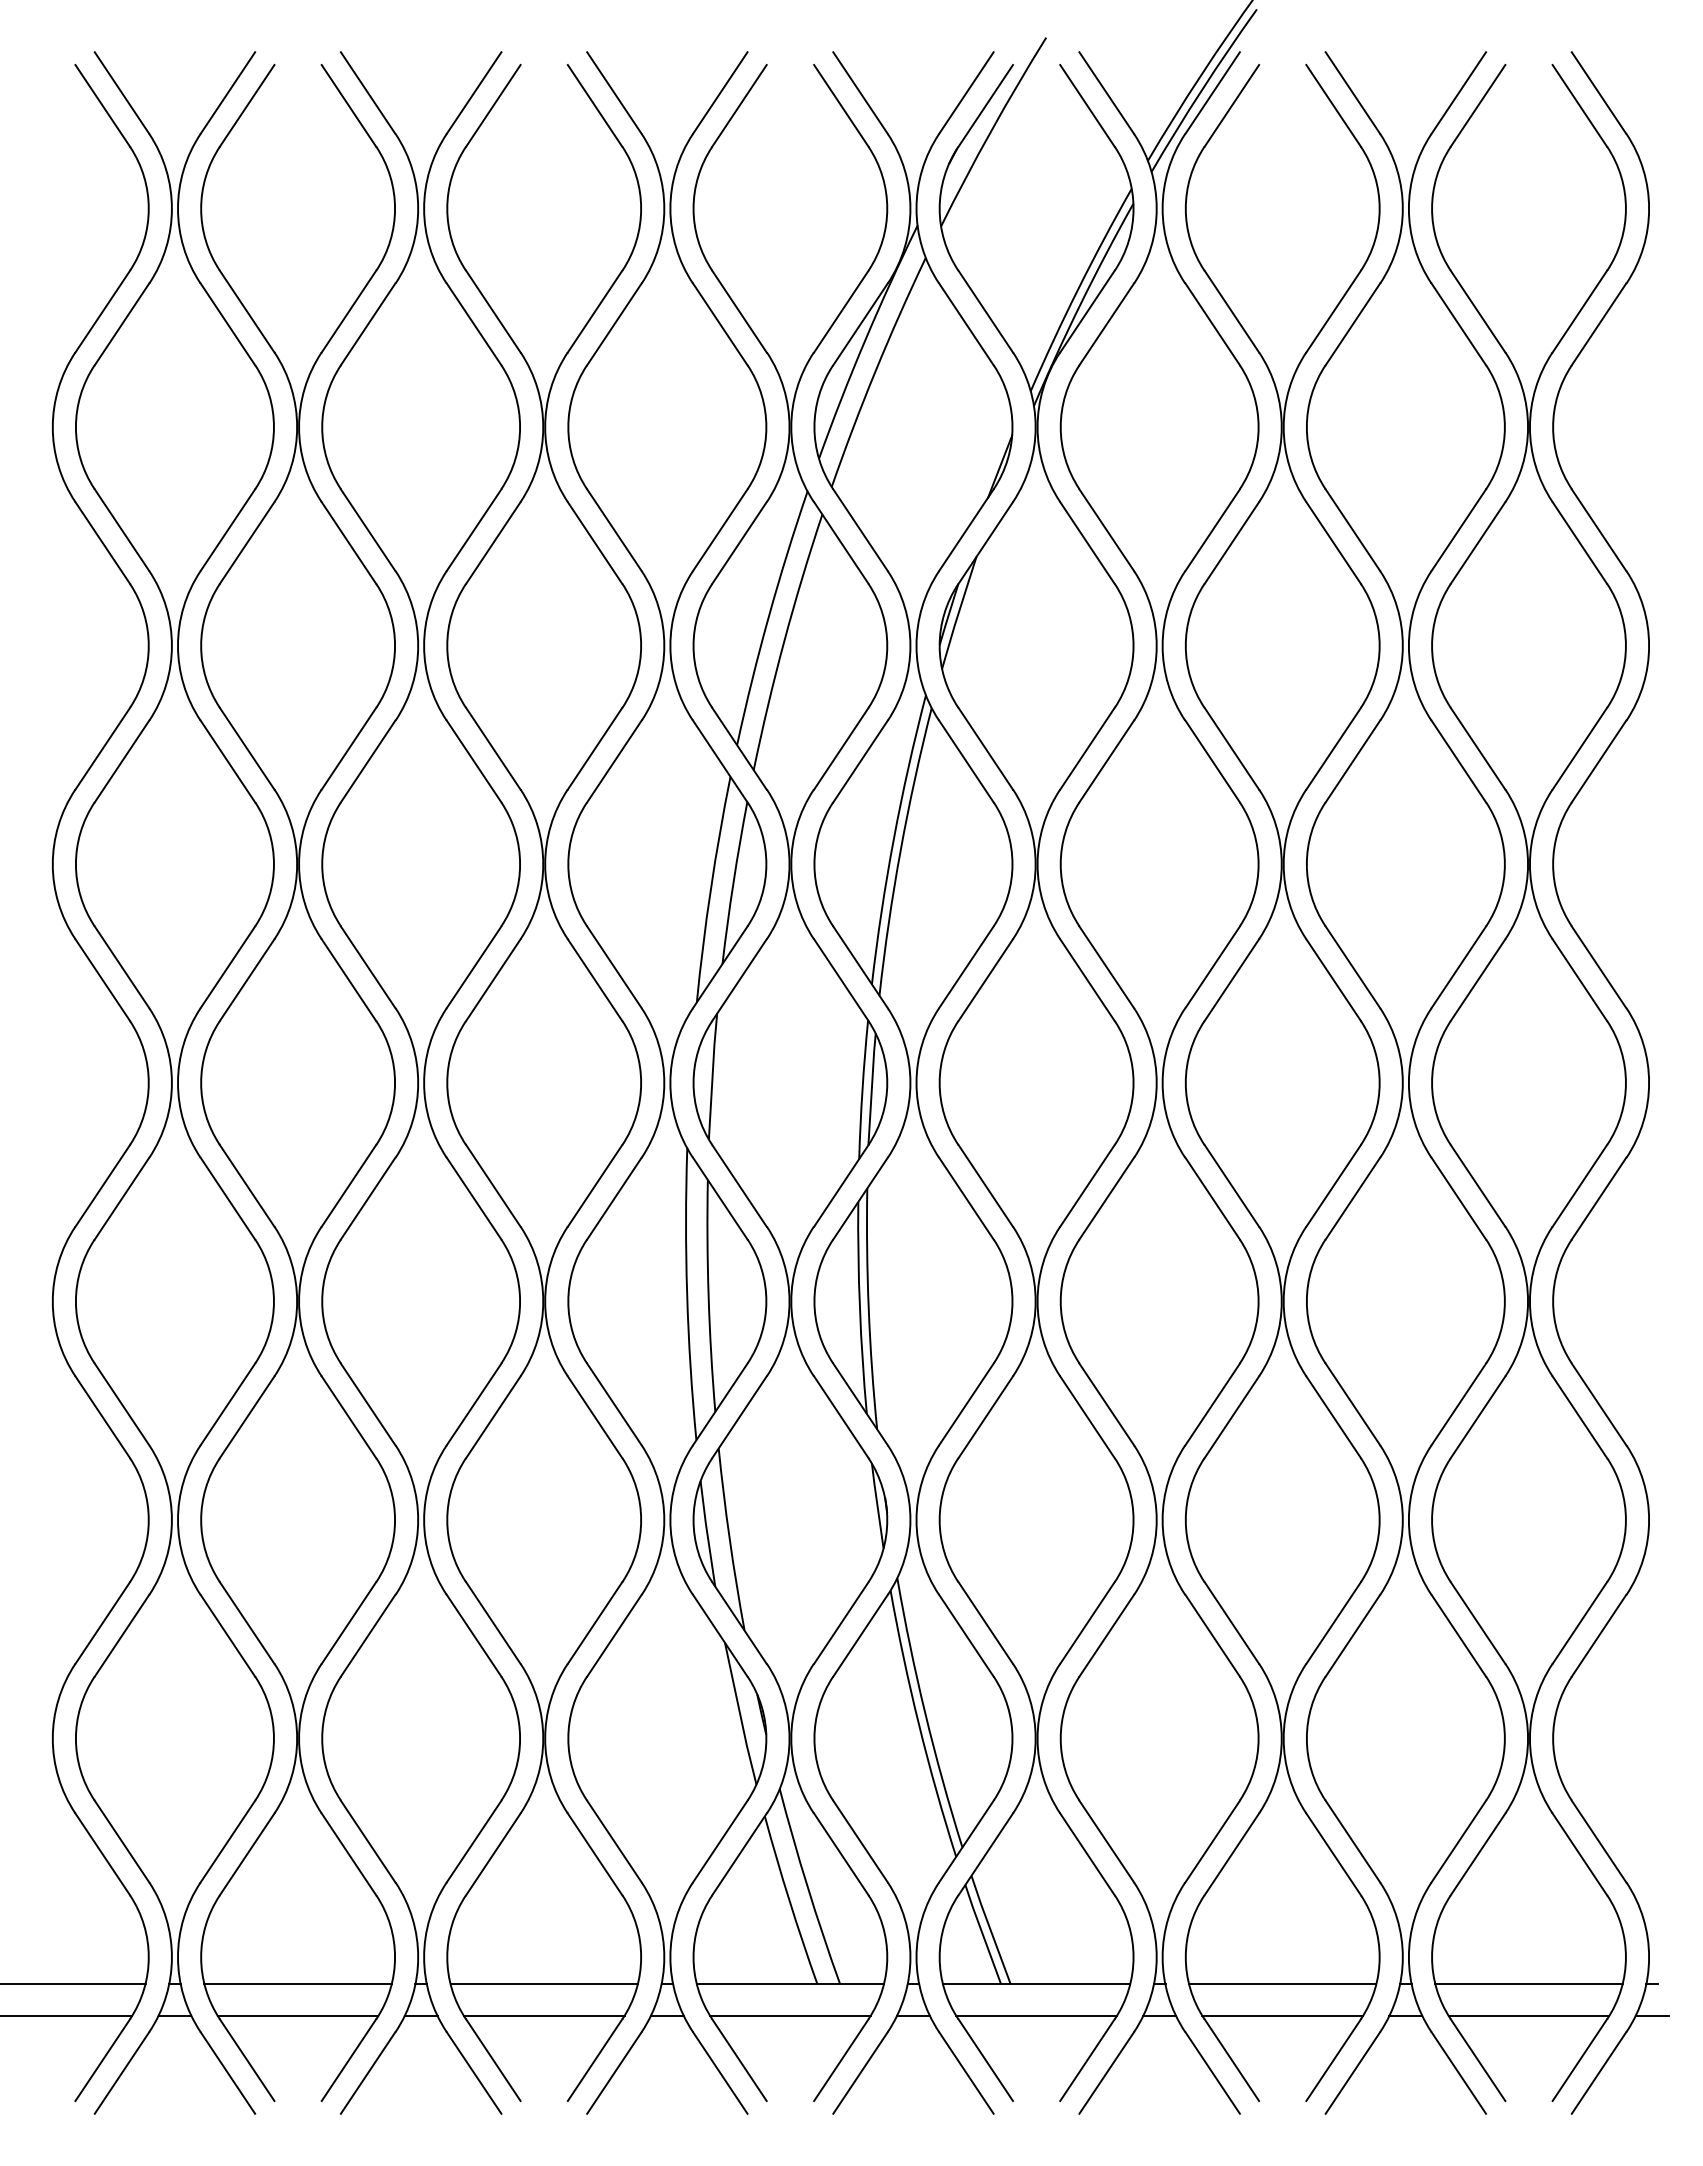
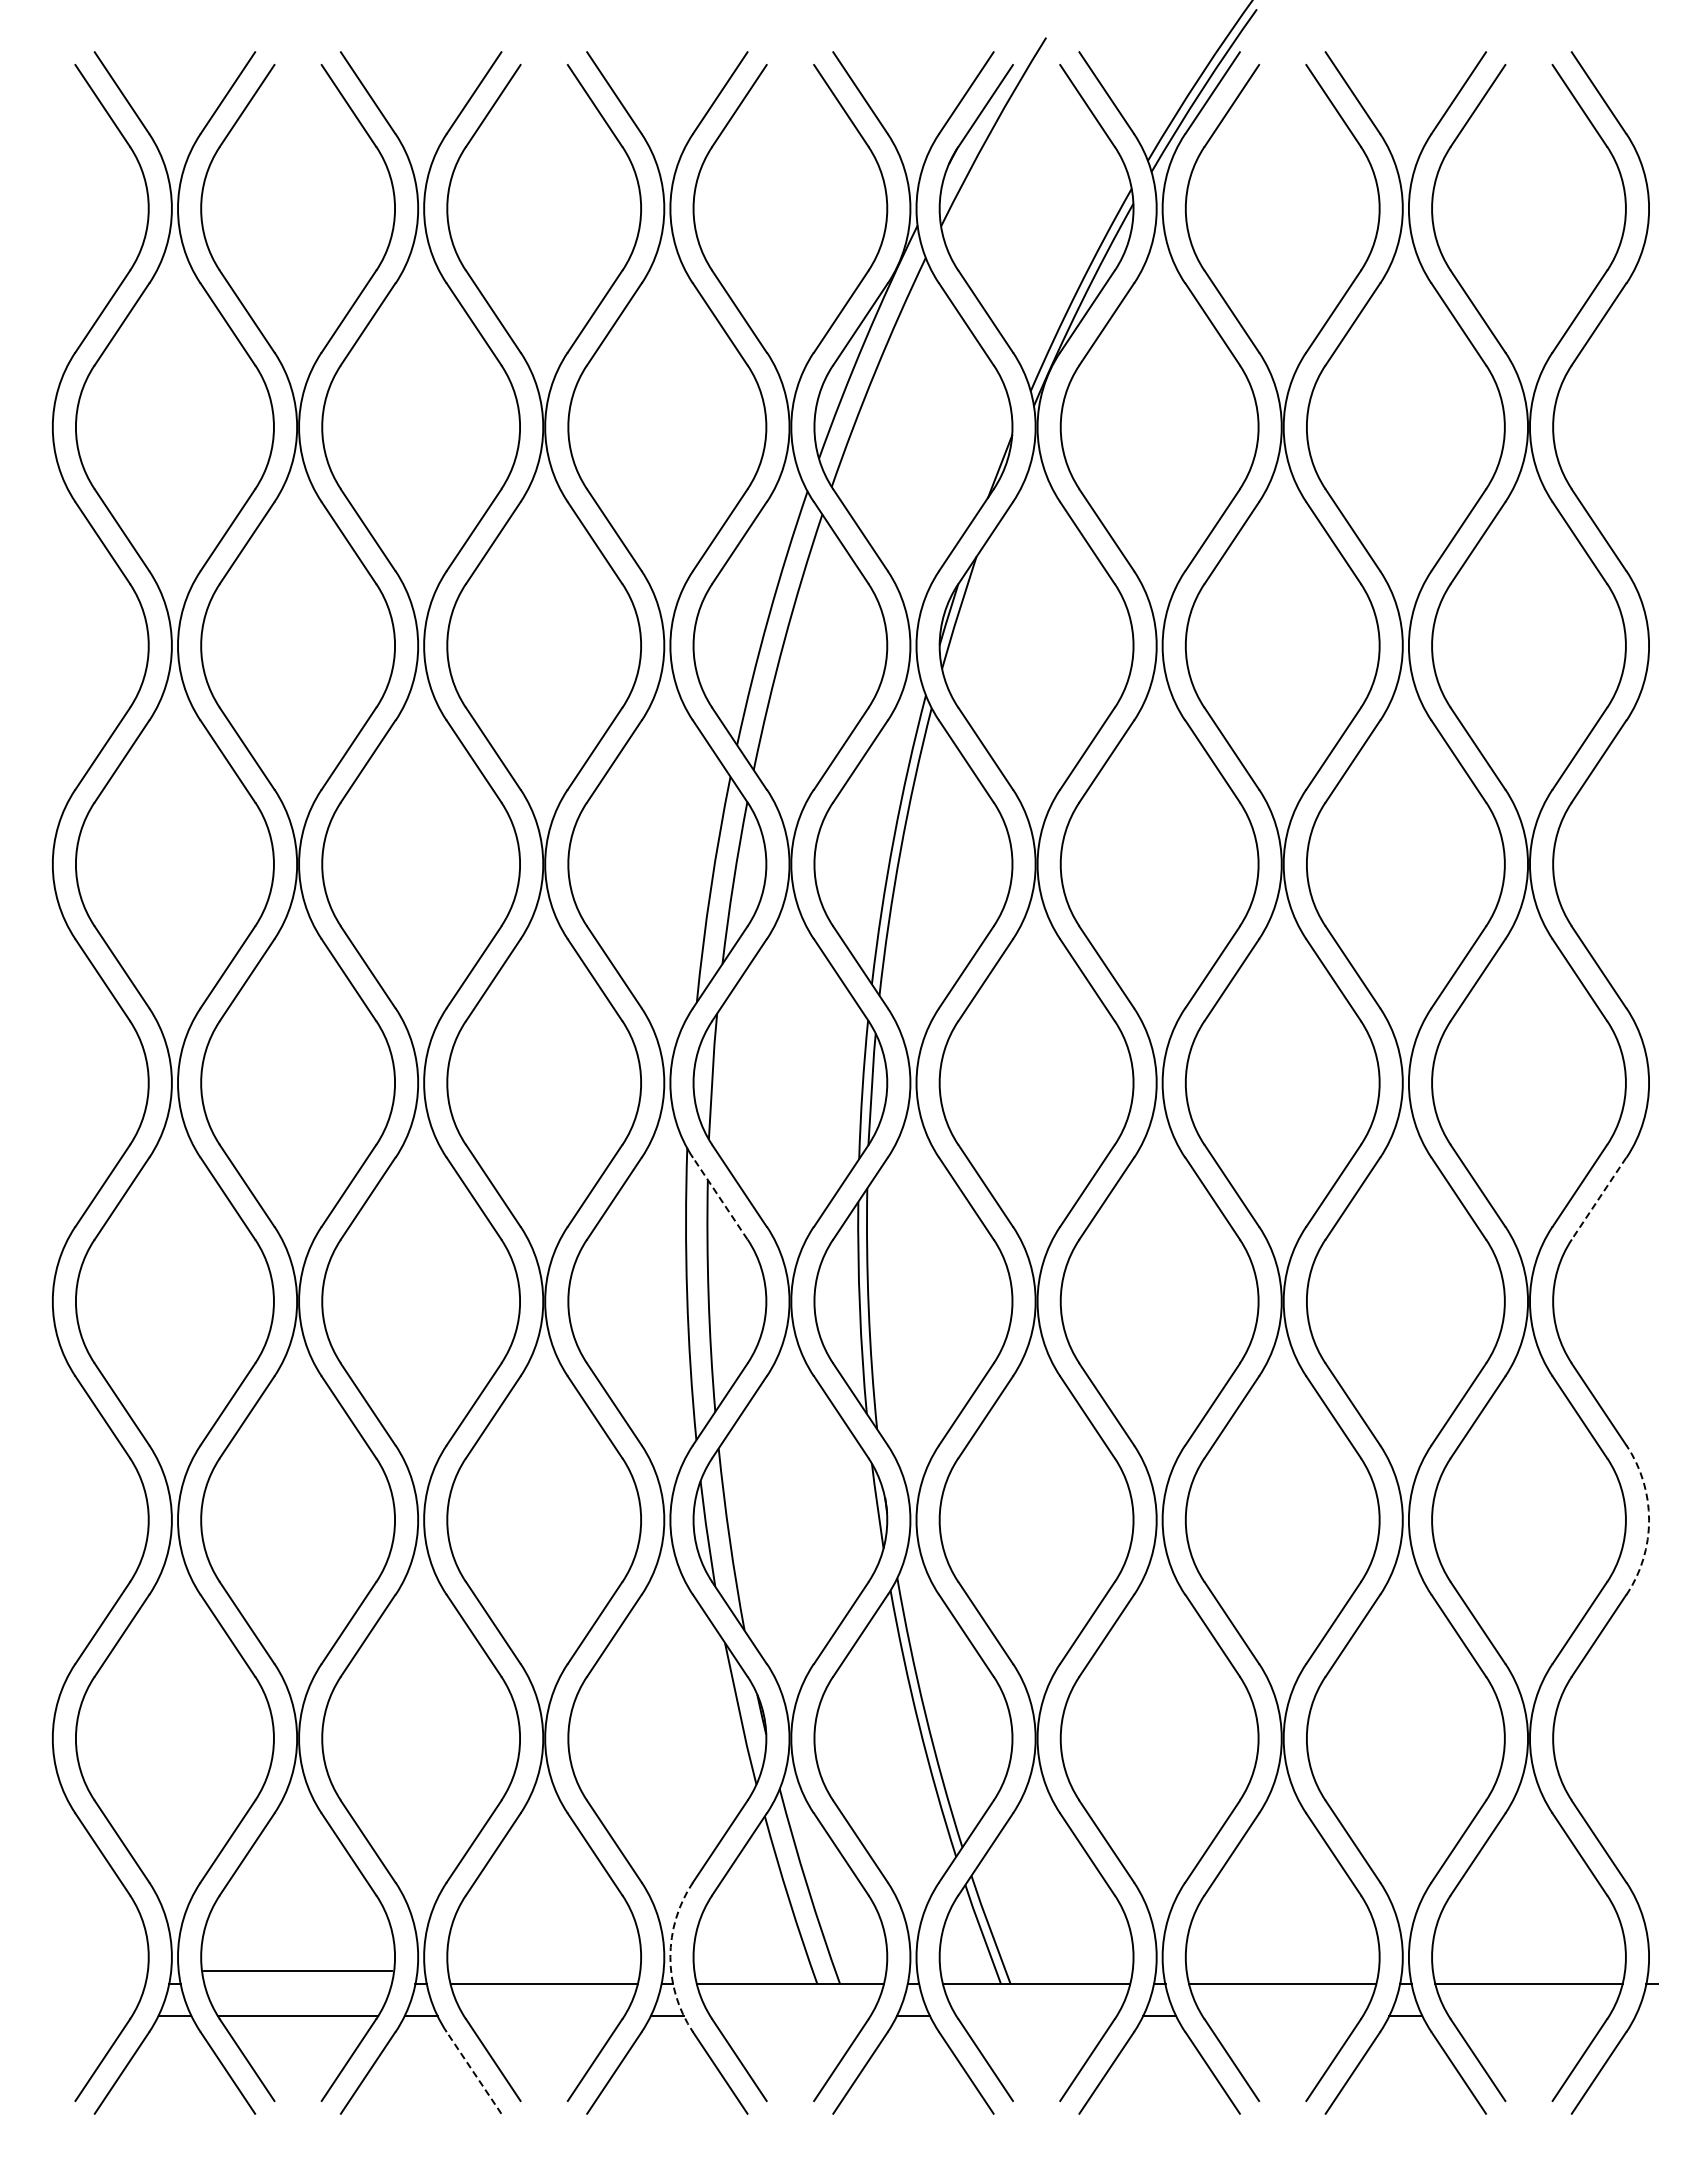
line at (720, 1198): solid -> dashed
line at (1598, 1199): solid -> dashed
arc at (1649, 1520): solid -> dashed
arc at (670, 1957): solid -> dashed
line at (73, 1983): present -> none
line at (297, 1983) position: (297, 1983) -> (297, 1970)
line at (67, 2015): present -> none
line at (543, 2015): present -> none
line at (790, 2015): present -> none
line at (1036, 2015): present -> none
line at (1282, 2015): present -> none
line at (1528, 2015): present -> none
line at (1651, 2015): present -> none
line at (473, 2072): solid -> dashed
